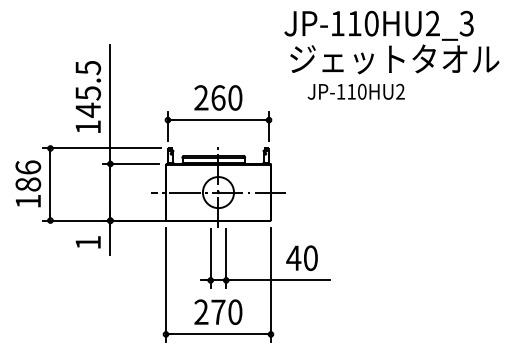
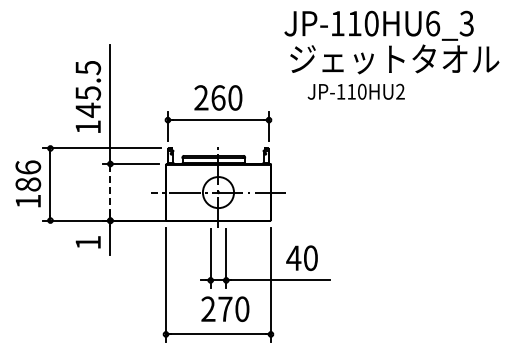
text at (432, 23): JP-110HU2_3 -> JP-110HU6_3
line at (110, 192): solid -> dashed
text at (218, 311) position: (218, 311) -> (225, 308)
